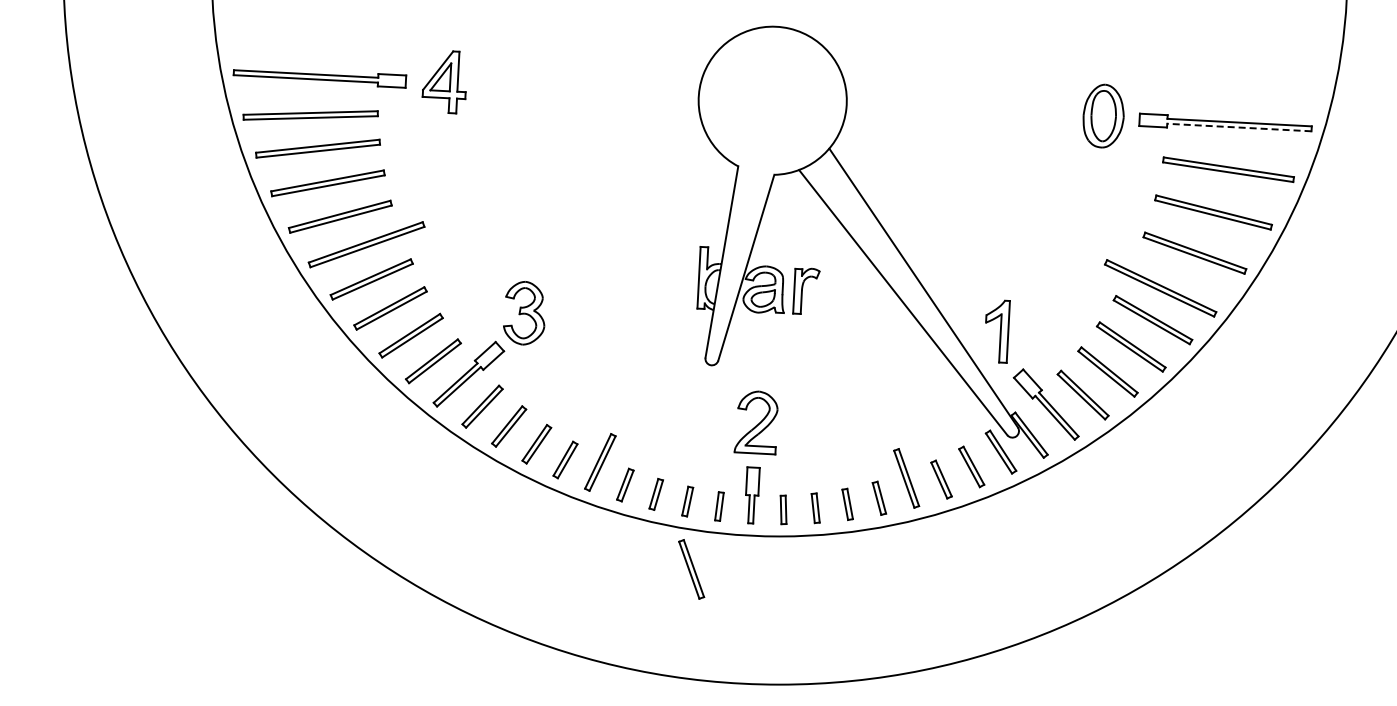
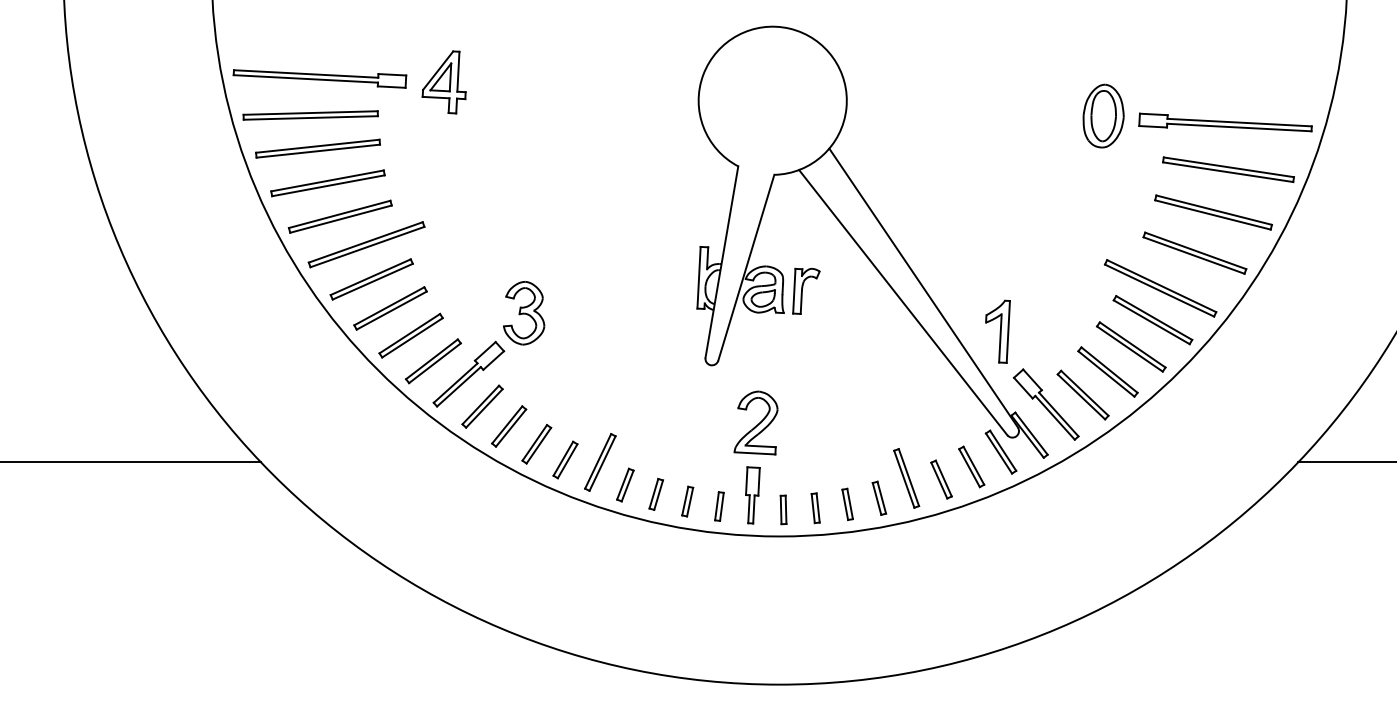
line at (1238, 127): dashed -> solid
line at (131, 462): none -> present
line at (1345, 462): none -> present
part at (691, 569): present -> none
